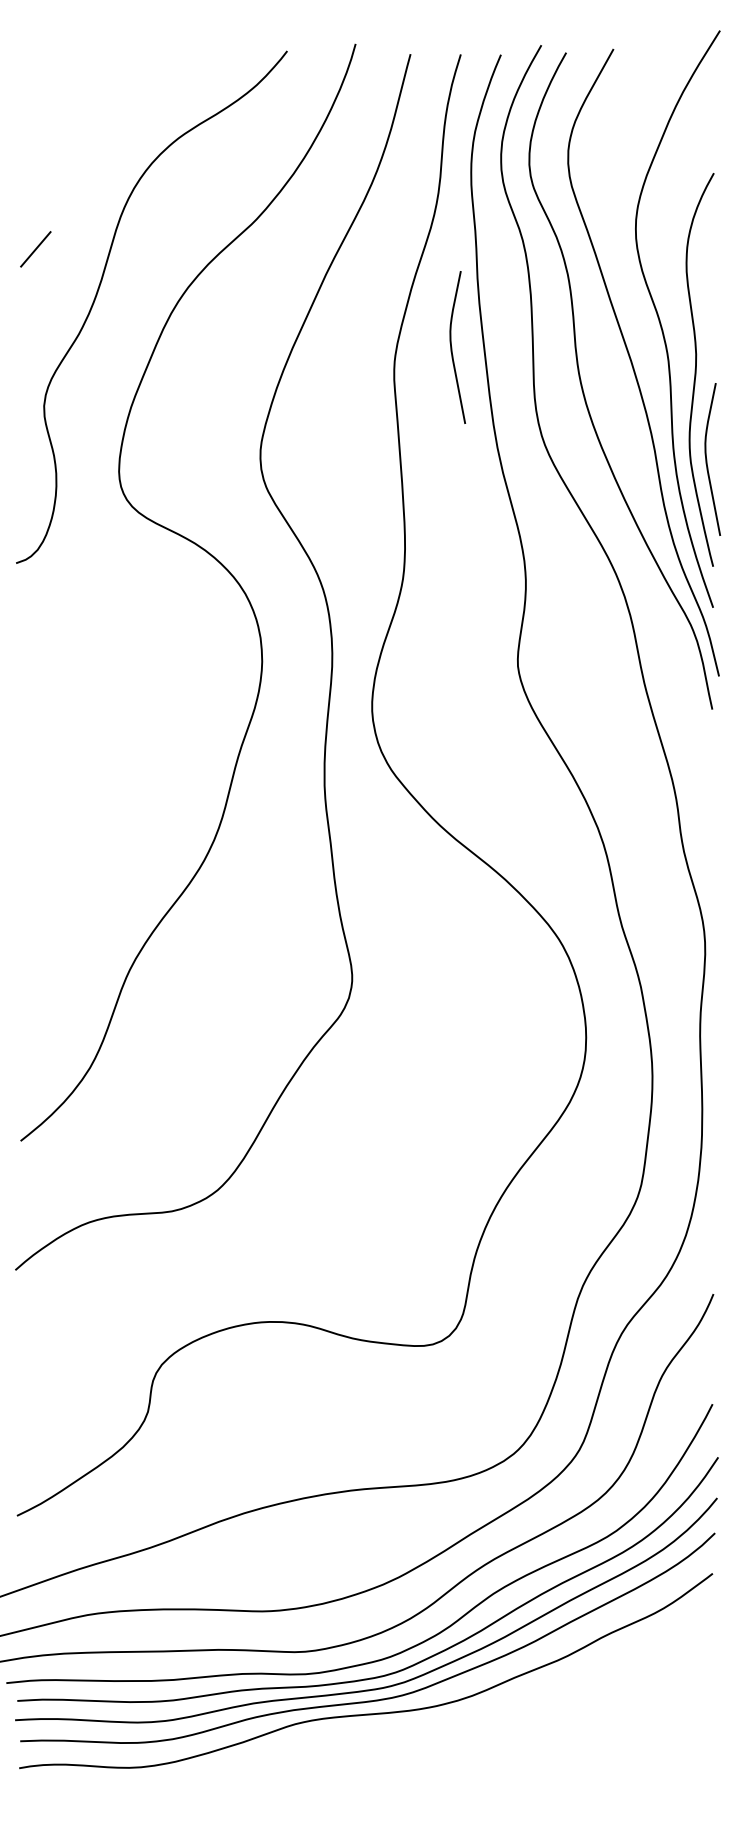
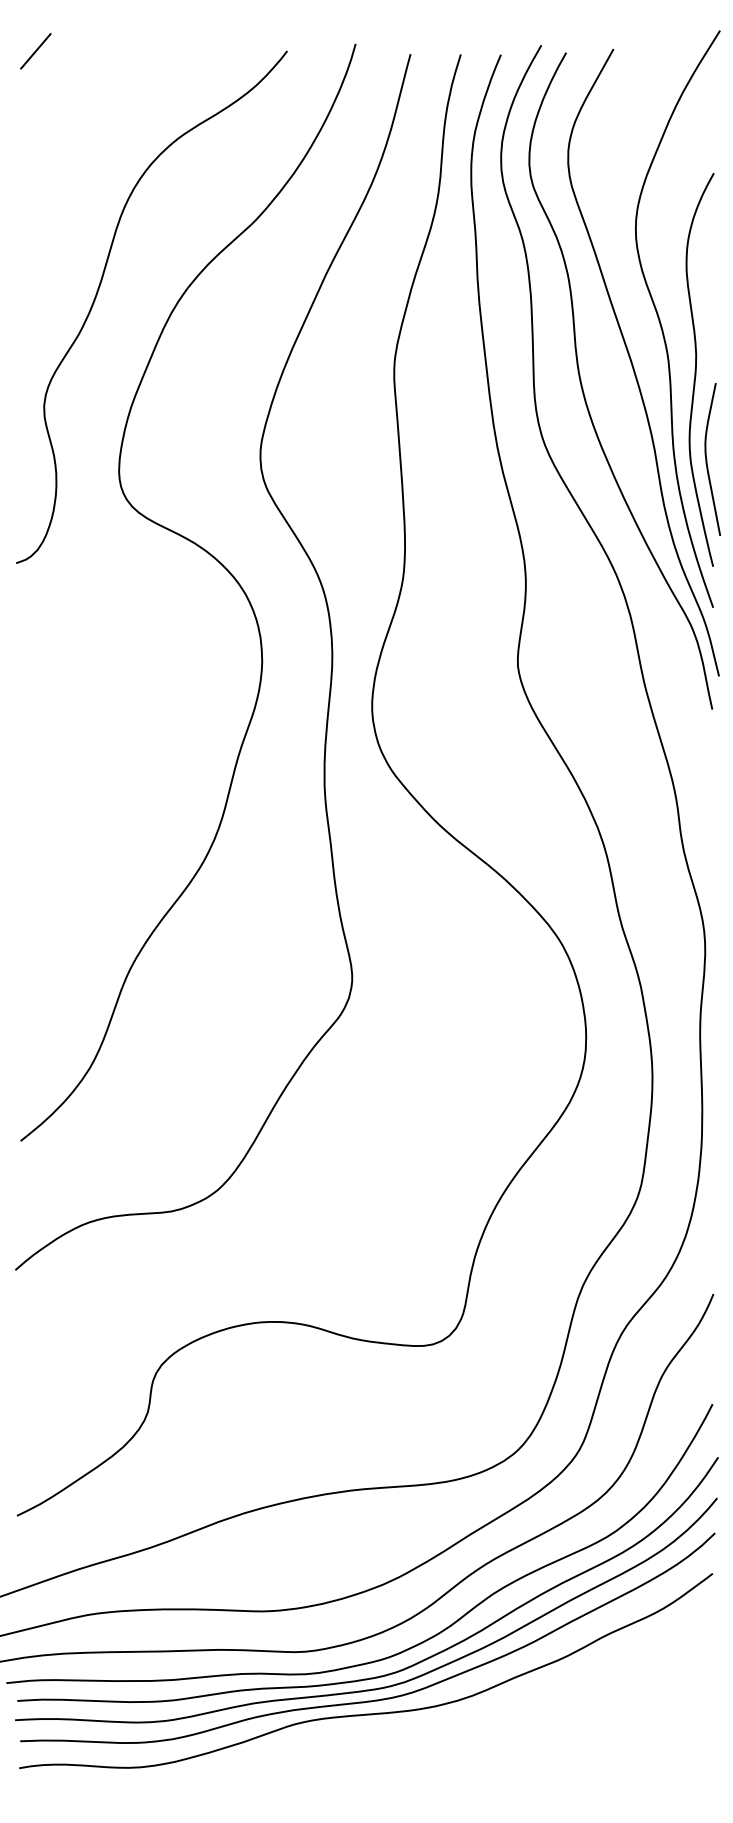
line at (35, 249) position: (35, 249) -> (35, 51)
curve at (452, 347): present -> none
